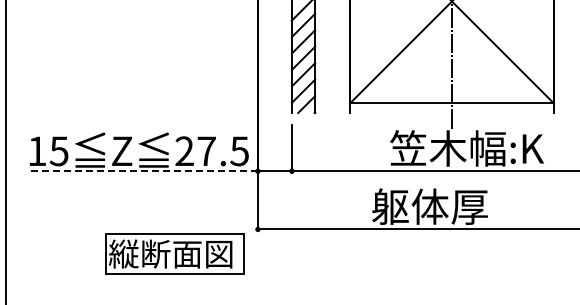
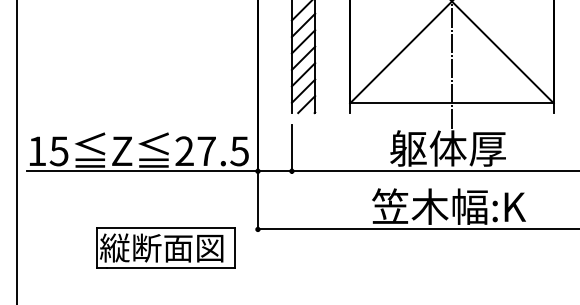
text at (466, 148): 笠木幅:K -> 躯体厚
line at (6, 151) position: (6, 151) -> (17, 151)
line at (141, 171): dashed -> solid
text at (448, 206): 躯体厚 -> 笠木幅:K
part at (174, 253) position: (174, 253) -> (165, 247)
